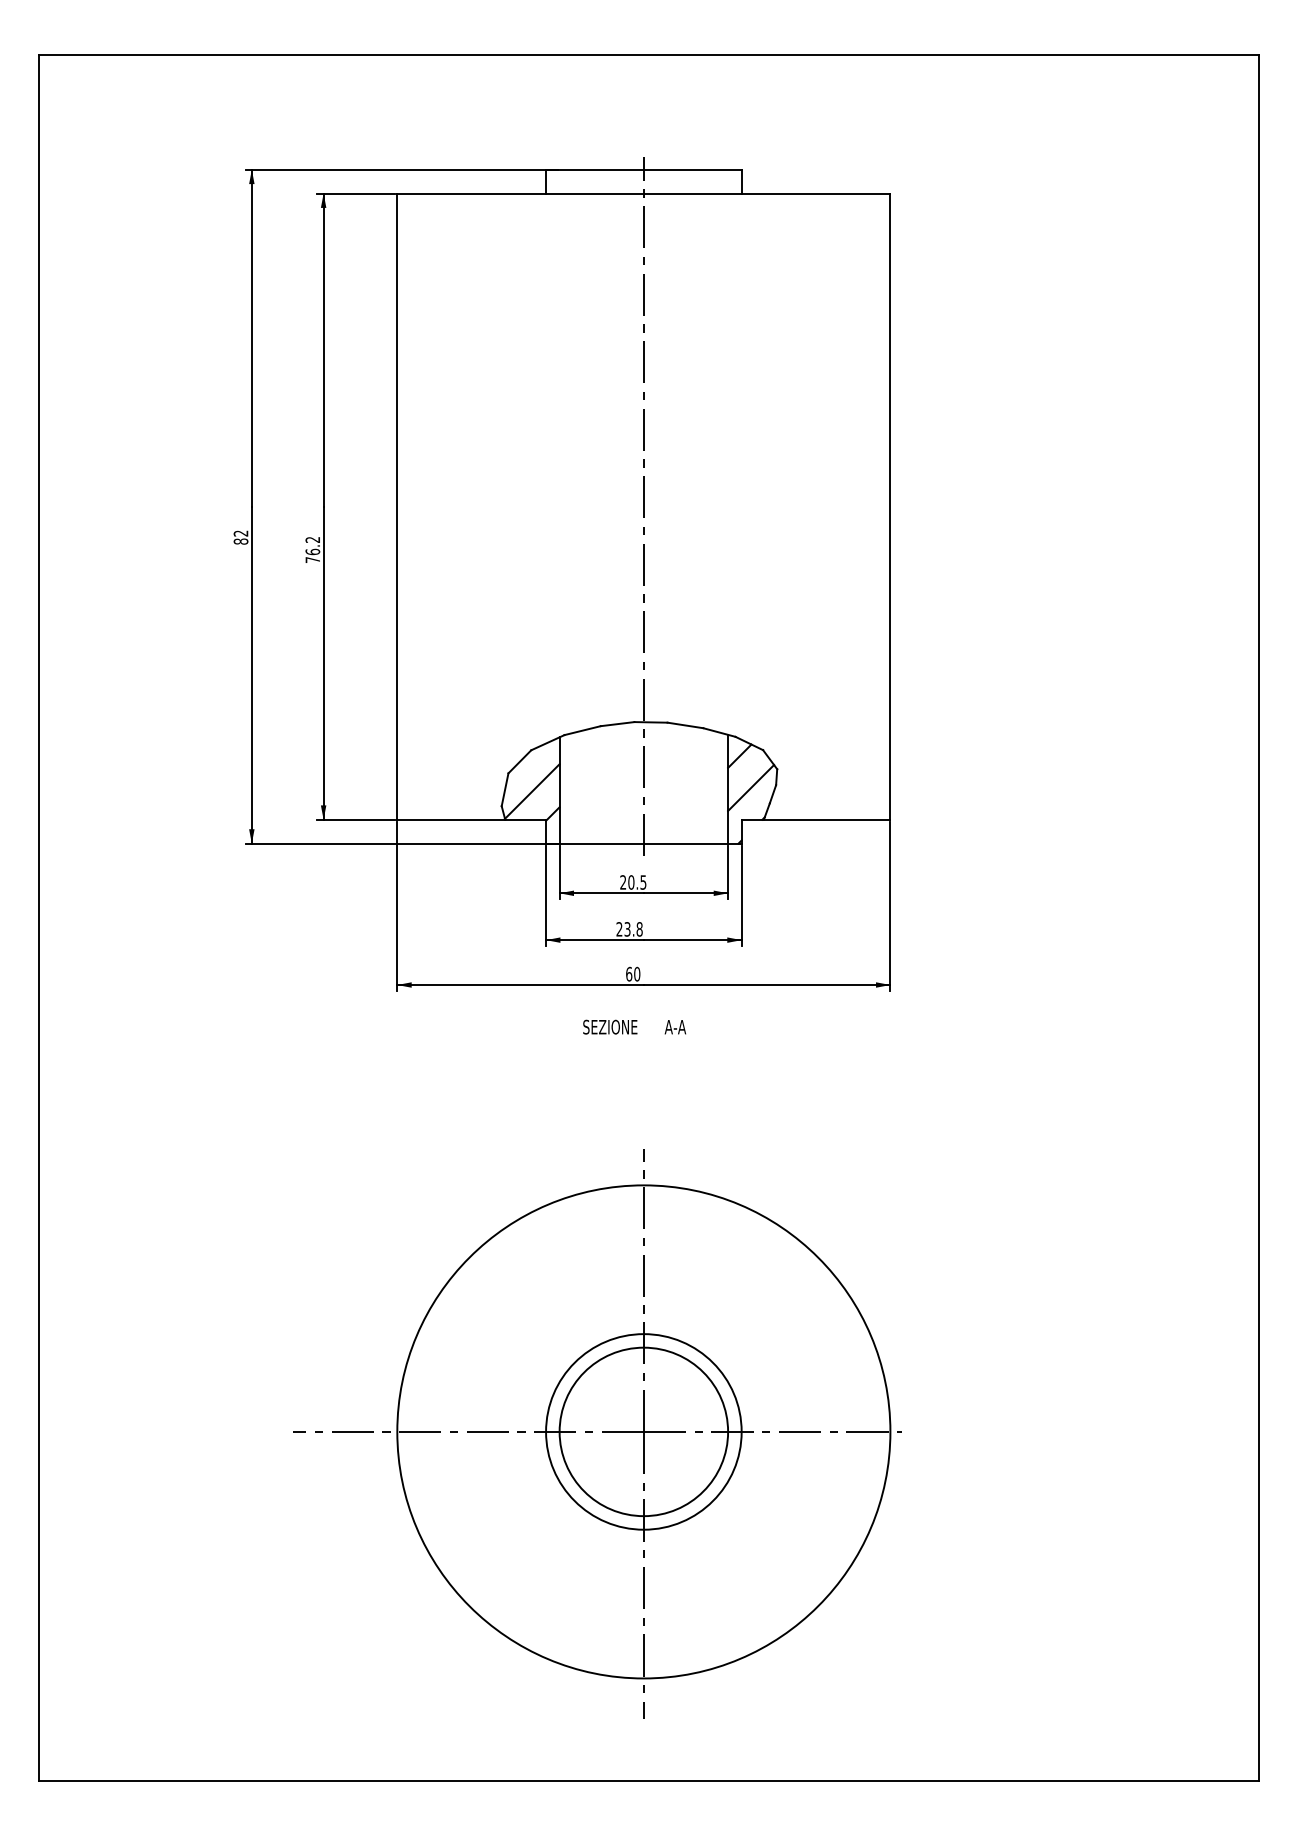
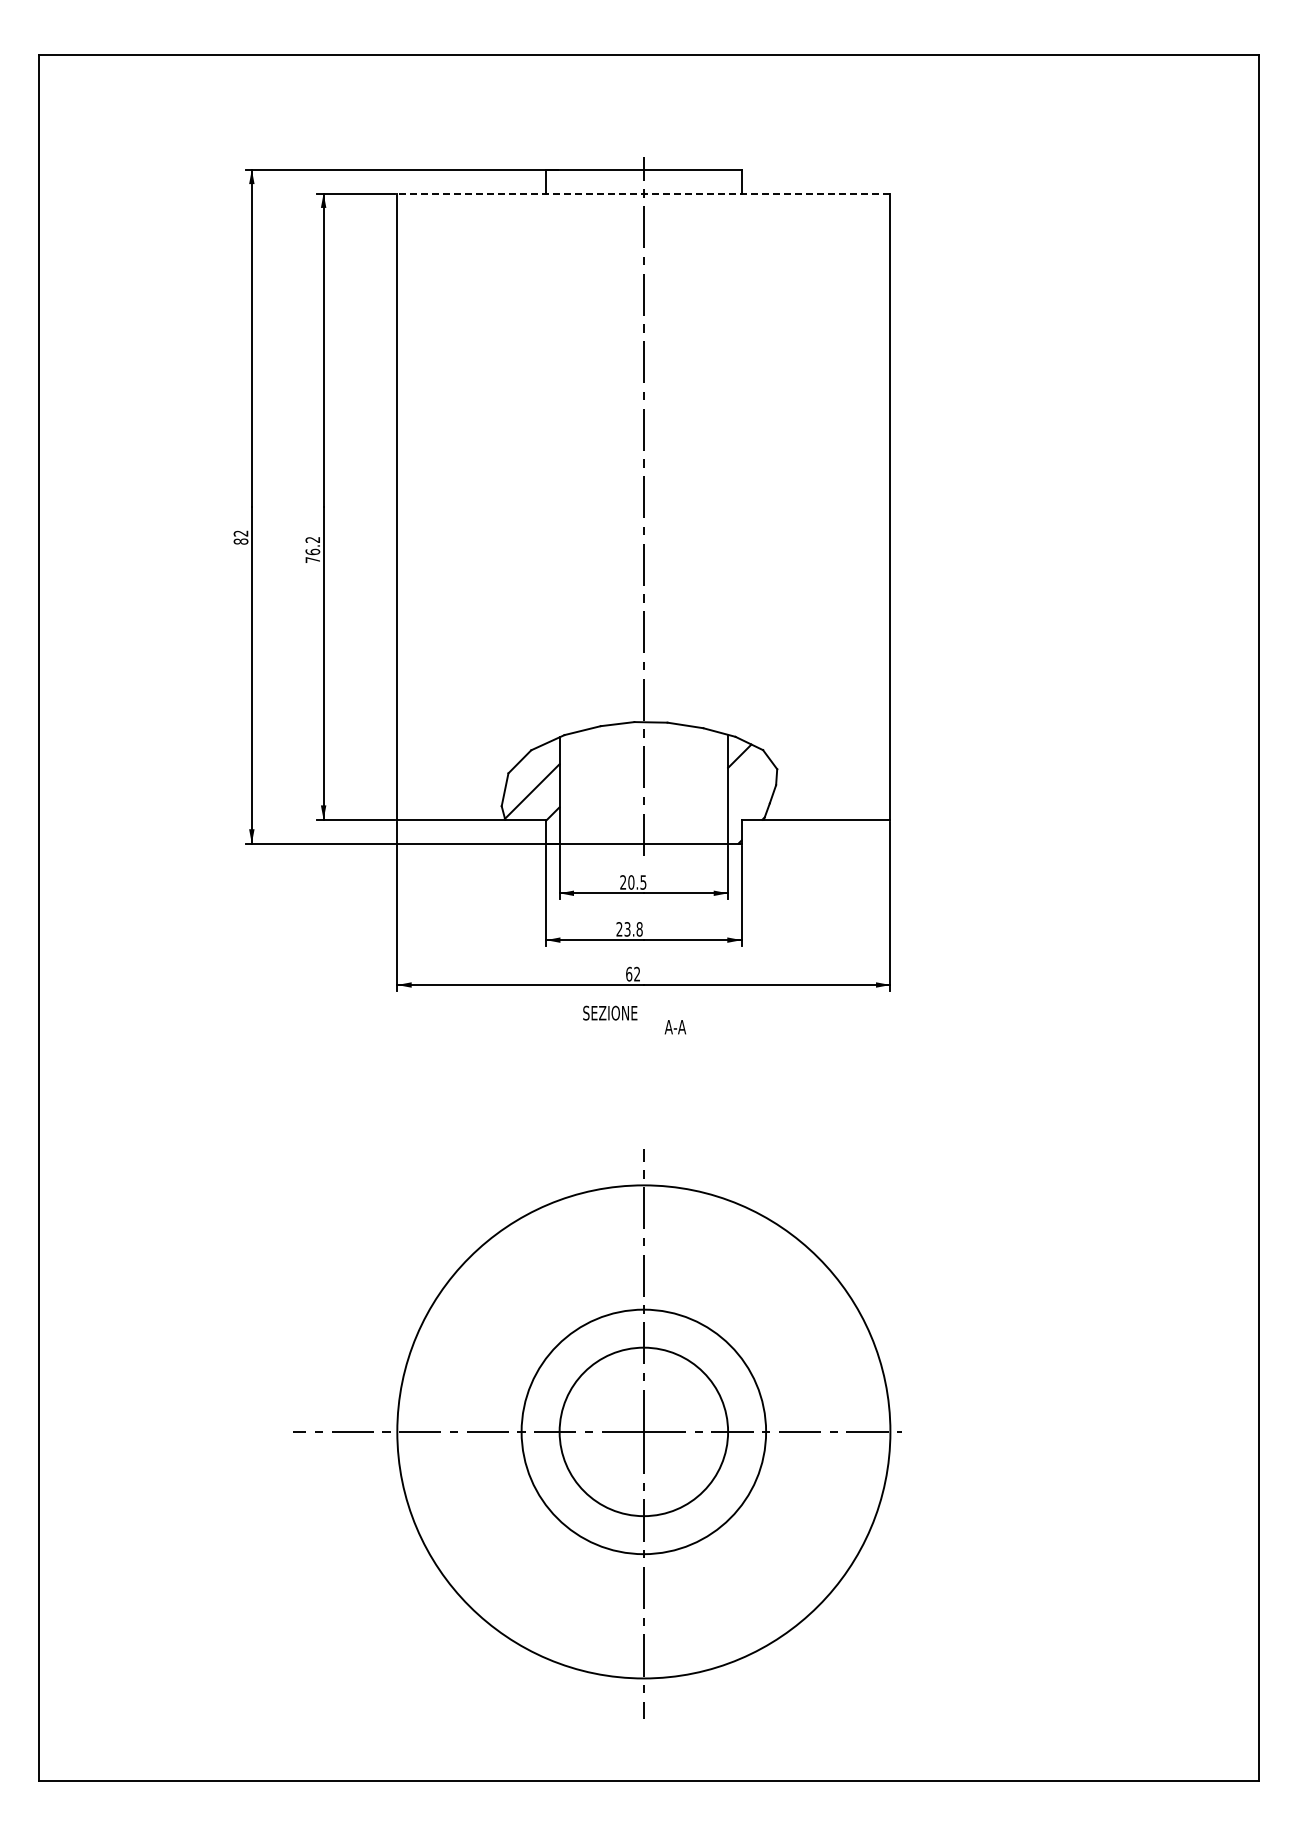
line at (643, 193): solid -> dashed
line at (751, 787): present -> none
text at (637, 973): 60 -> 62
text at (610, 1026) position: (610, 1026) -> (610, 1012)
circle at (643, 1431) diameter: 196 px -> 244 px
